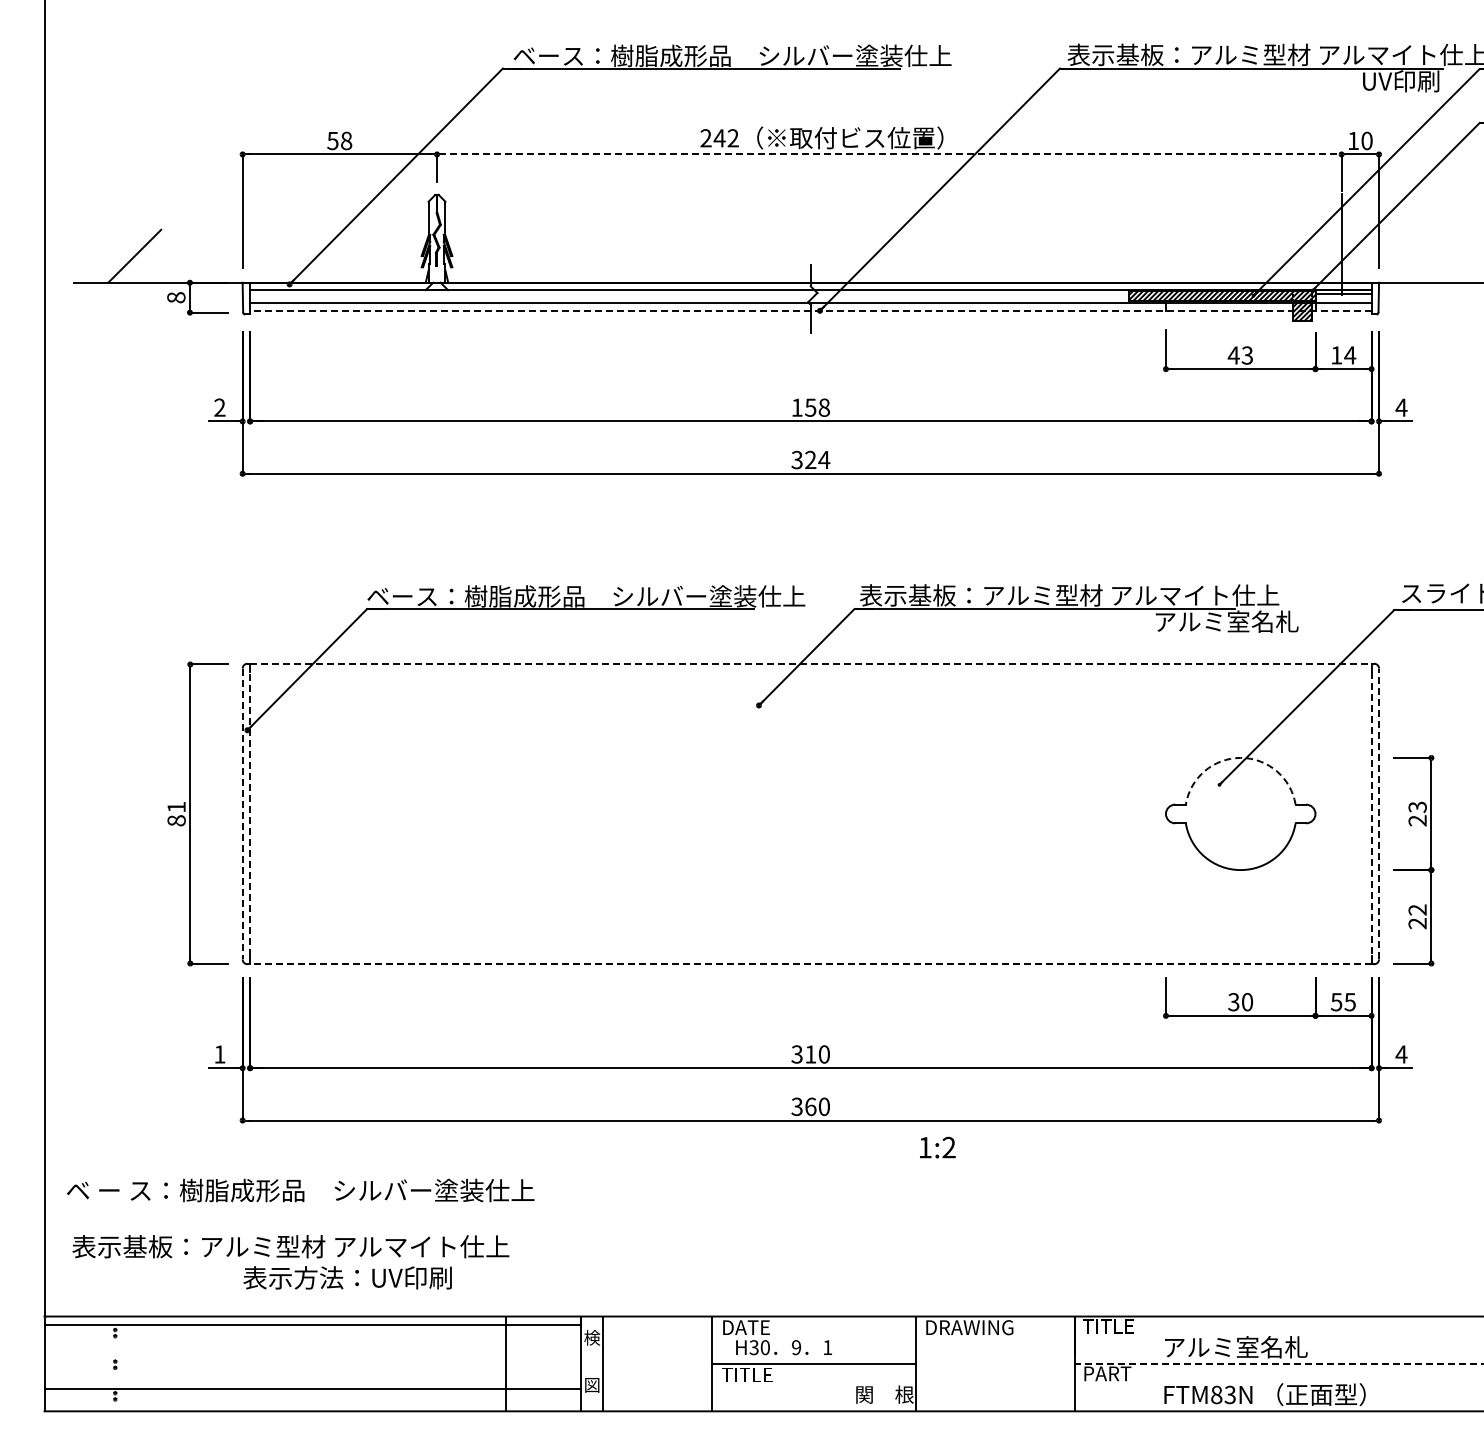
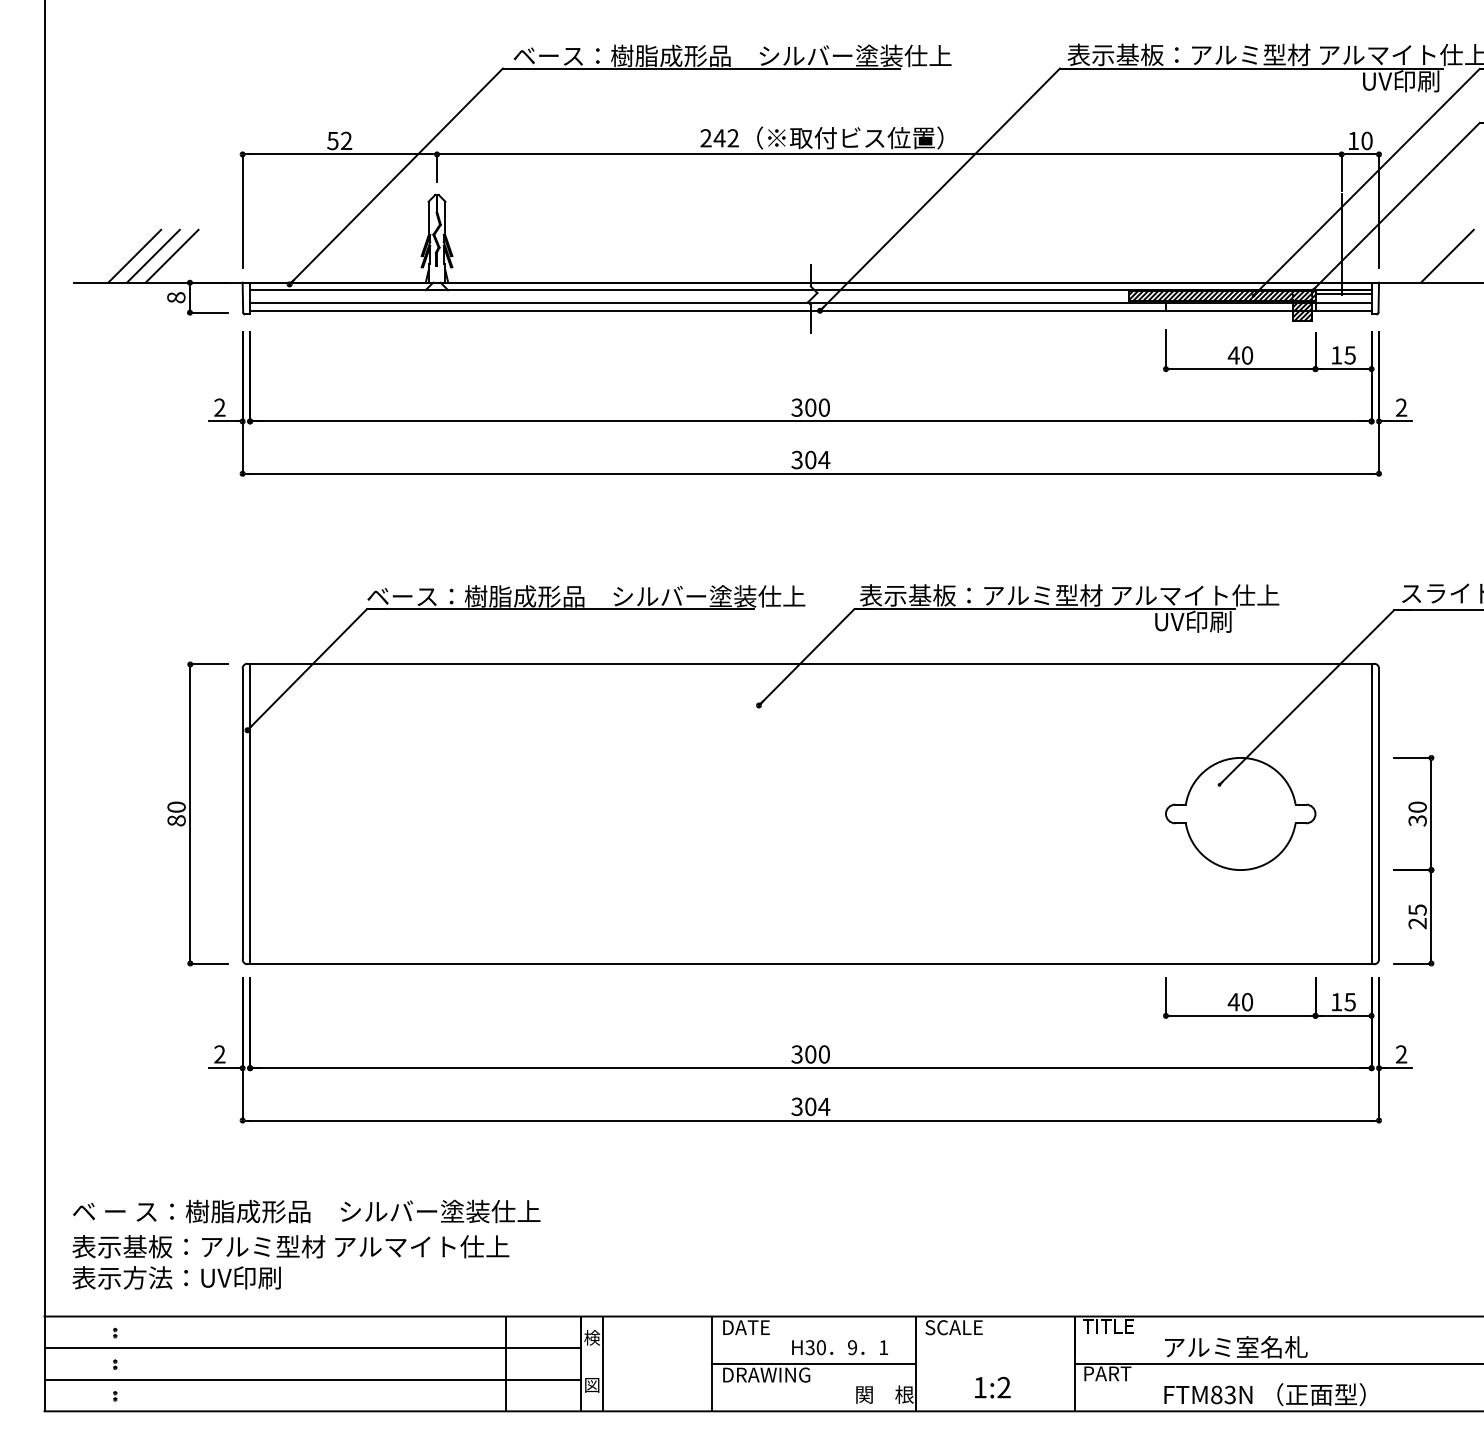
text at (346, 140): 58 -> 52
line at (890, 154): dashed -> solid
line at (152, 255): none -> present
line at (171, 255): none -> present
line at (1446, 255): none -> present
line at (810, 310): dashed -> solid
text at (1247, 355): 43 -> 40
text at (1350, 355): 14 -> 15
text at (810, 407): 158 -> 300
text at (1401, 407): 4 -> 2
text at (810, 460): 324 -> 304
text at (1226, 621): アルミ室名札 -> UV印刷
line at (810, 664): dashed -> solid
arc at (1240, 757): dashed -> solid
text at (176, 806): 81 -> 80
line at (250, 813): dashed -> solid
line at (1379, 813): dashed -> solid
text at (1417, 813): 23 -> 30
line at (242, 814): dashed -> solid
line at (1371, 814): dashed -> solid
text at (1417, 909): 22 -> 25
line at (810, 963): dashed -> solid
text at (1233, 1002): 30 -> 40
text at (1336, 1002): 55 -> 15
text at (219, 1054): 1 -> 2
text at (810, 1054): 310 -> 300
text at (1401, 1054): 4 -> 2
text at (817, 1106): 360 -> 304
text at (937, 1147) position: (937, 1147) -> (992, 1387)
text at (300, 1190) position: (300, 1190) -> (306, 1211)
text at (347, 1277) position: (347, 1277) -> (176, 1277)
line at (312, 1325) position: (312, 1325) -> (312, 1348)
text at (969, 1327): DRAWING -> SCALE
text at (783, 1347) position: (783, 1347) -> (839, 1347)
line at (1278, 1363): dashed -> solid
text at (766, 1374): TITLE -> DRAWING
line at (312, 1388) position: (312, 1388) -> (312, 1379)
